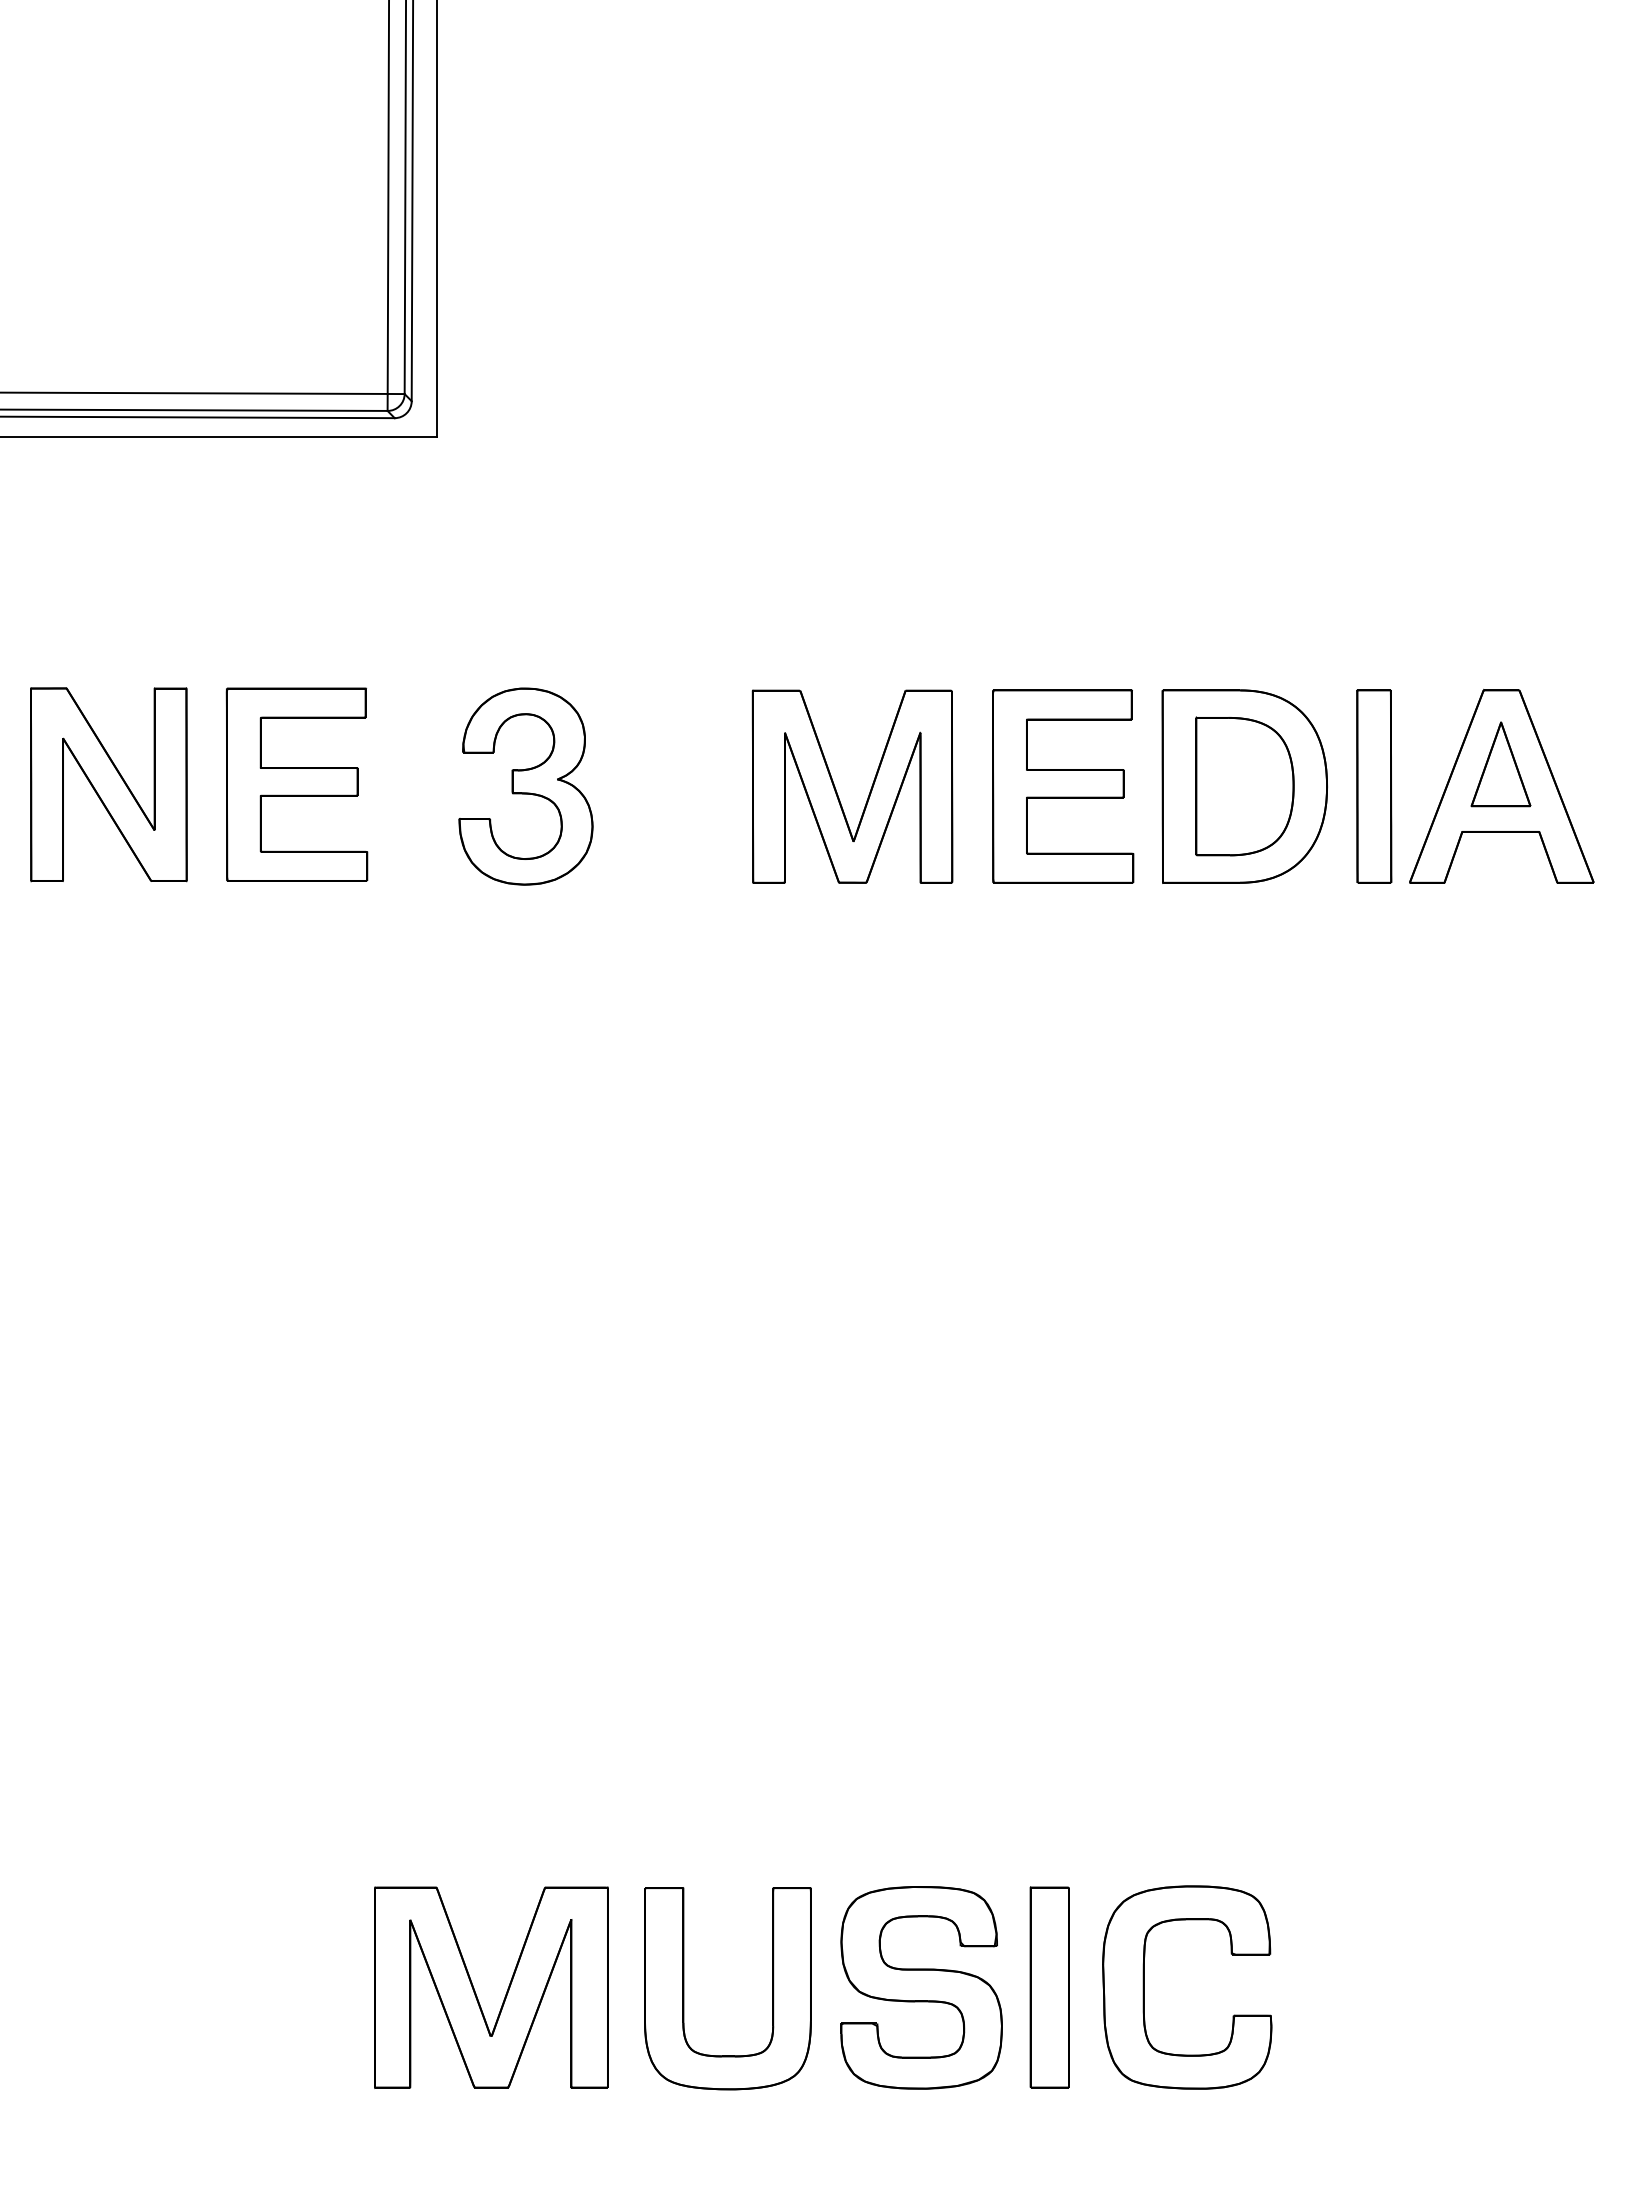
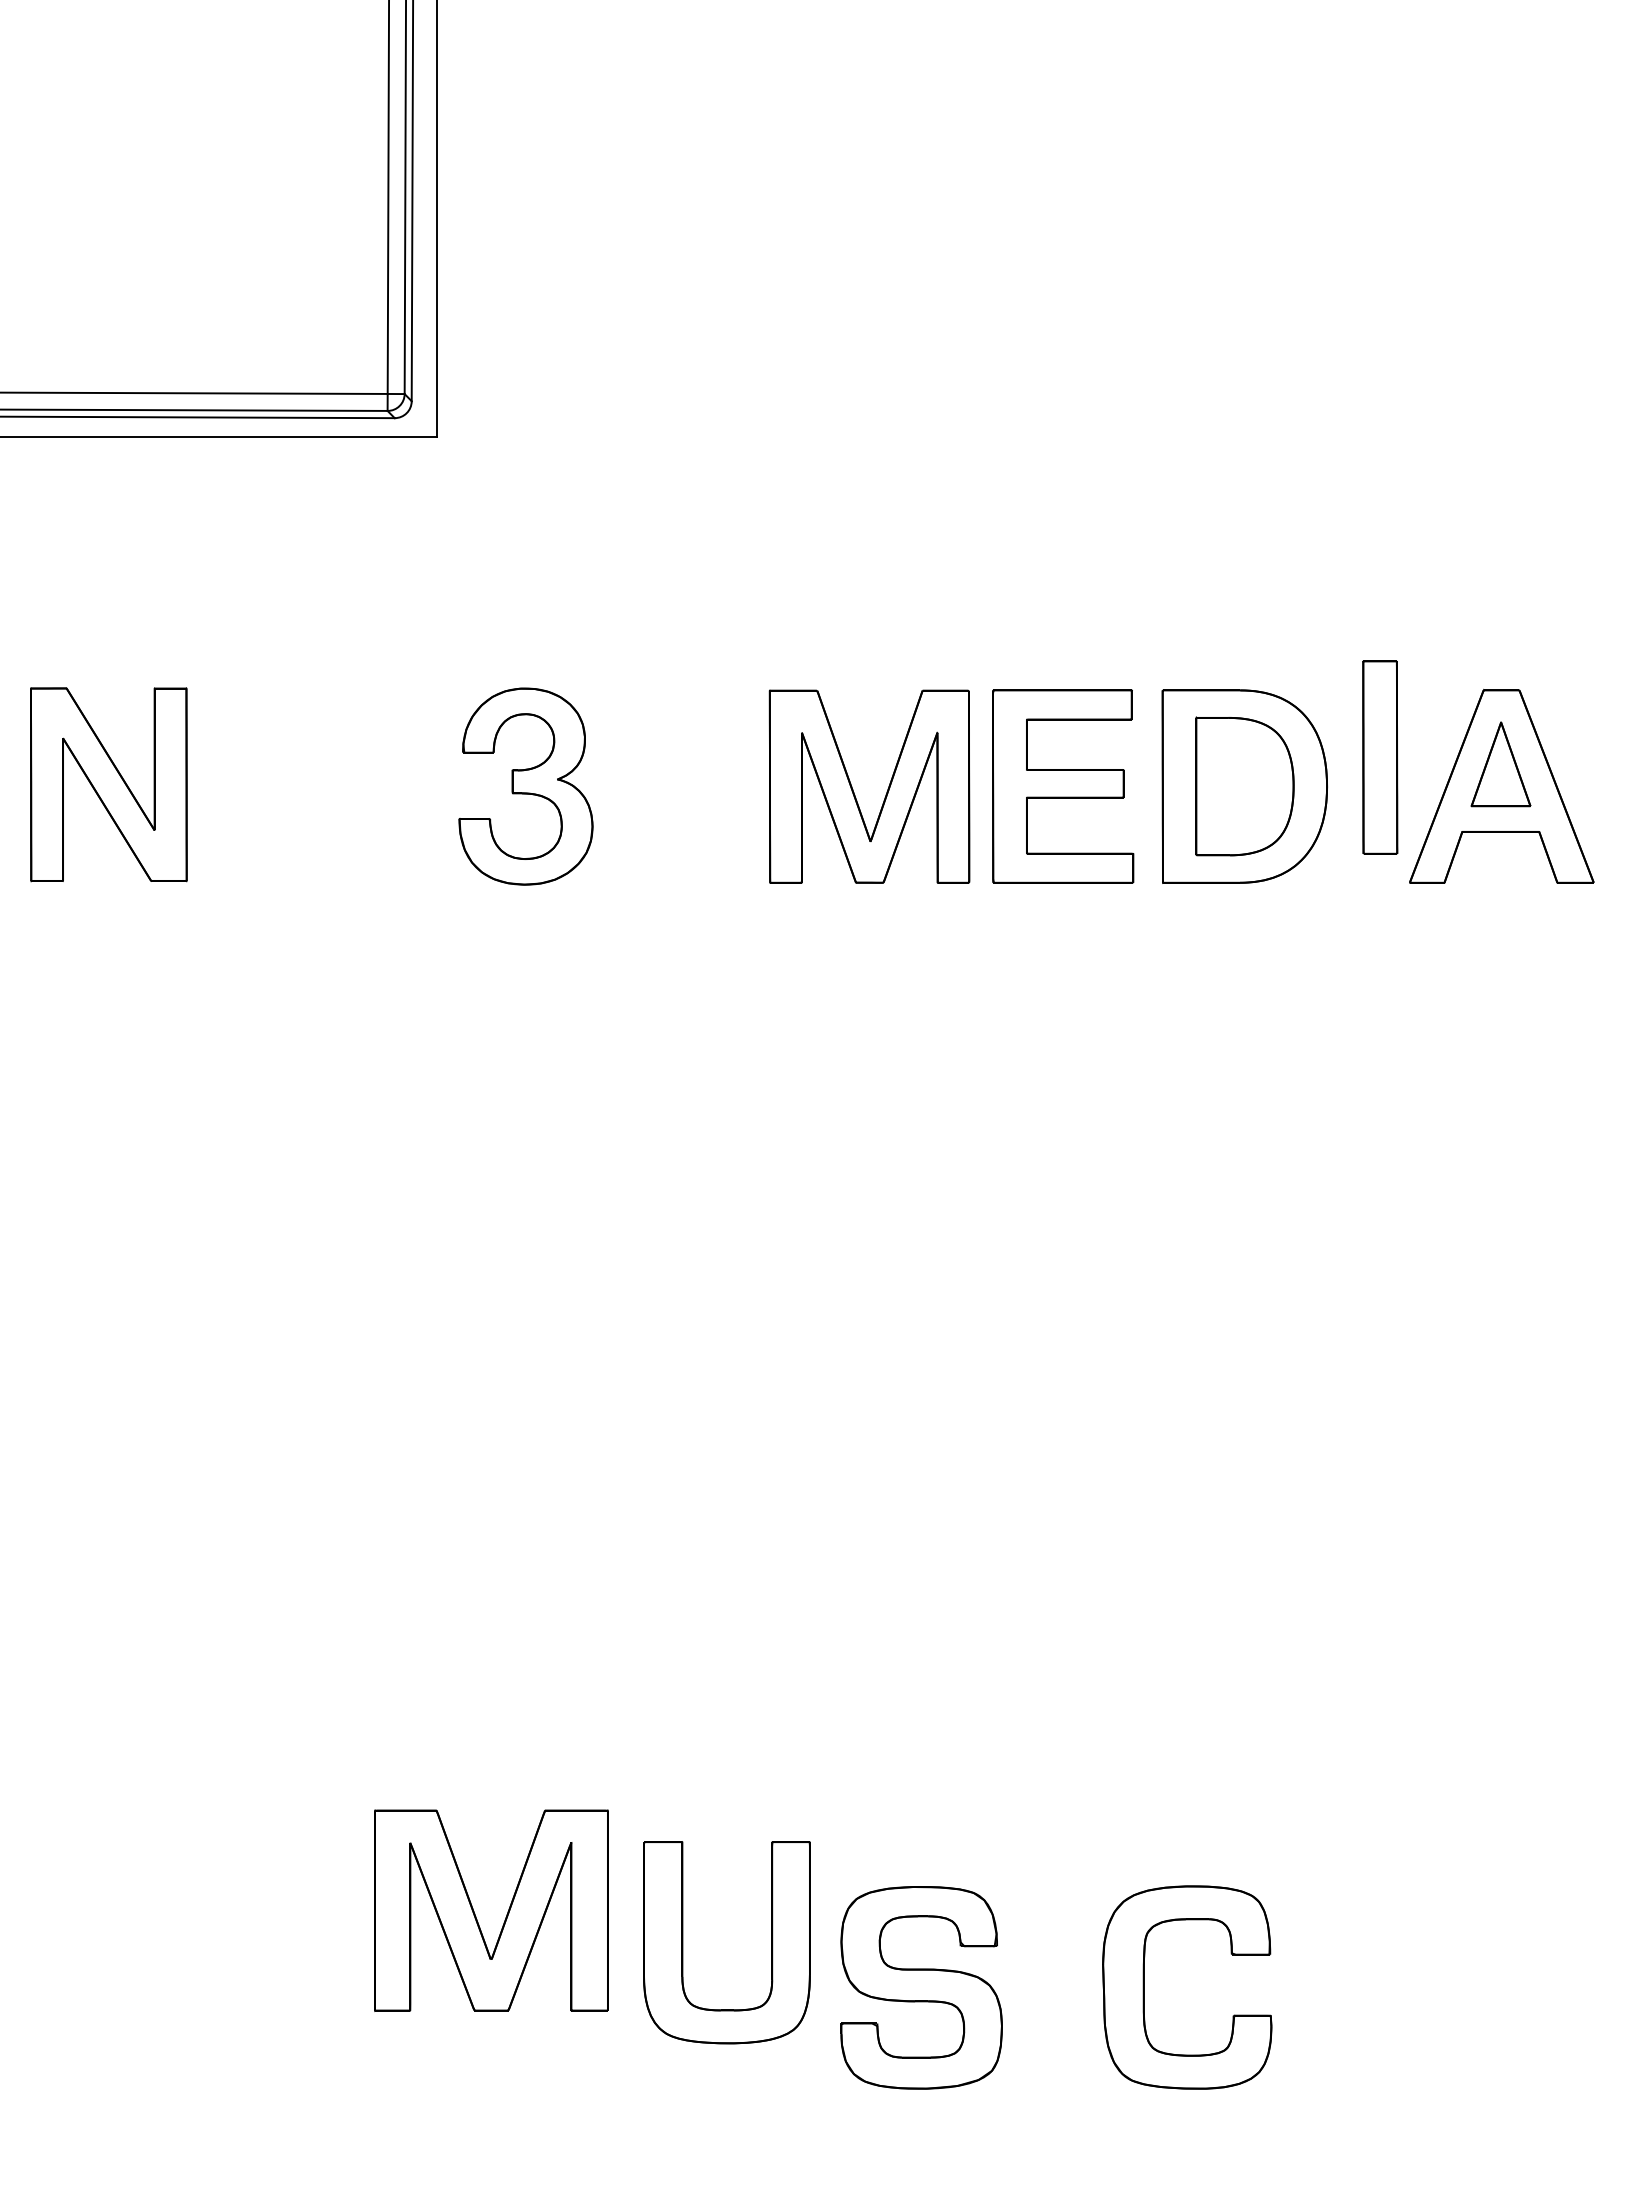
part at (296, 784): present -> none
part at (1374, 786) position: (1374, 786) -> (1380, 757)
part at (837, 792) position: (837, 792) -> (854, 792)
part at (1049, 1987): present -> none
part at (684, 1988) position: (684, 1988) -> (683, 1942)
part at (506, 1991) position: (506, 1991) -> (506, 1914)
